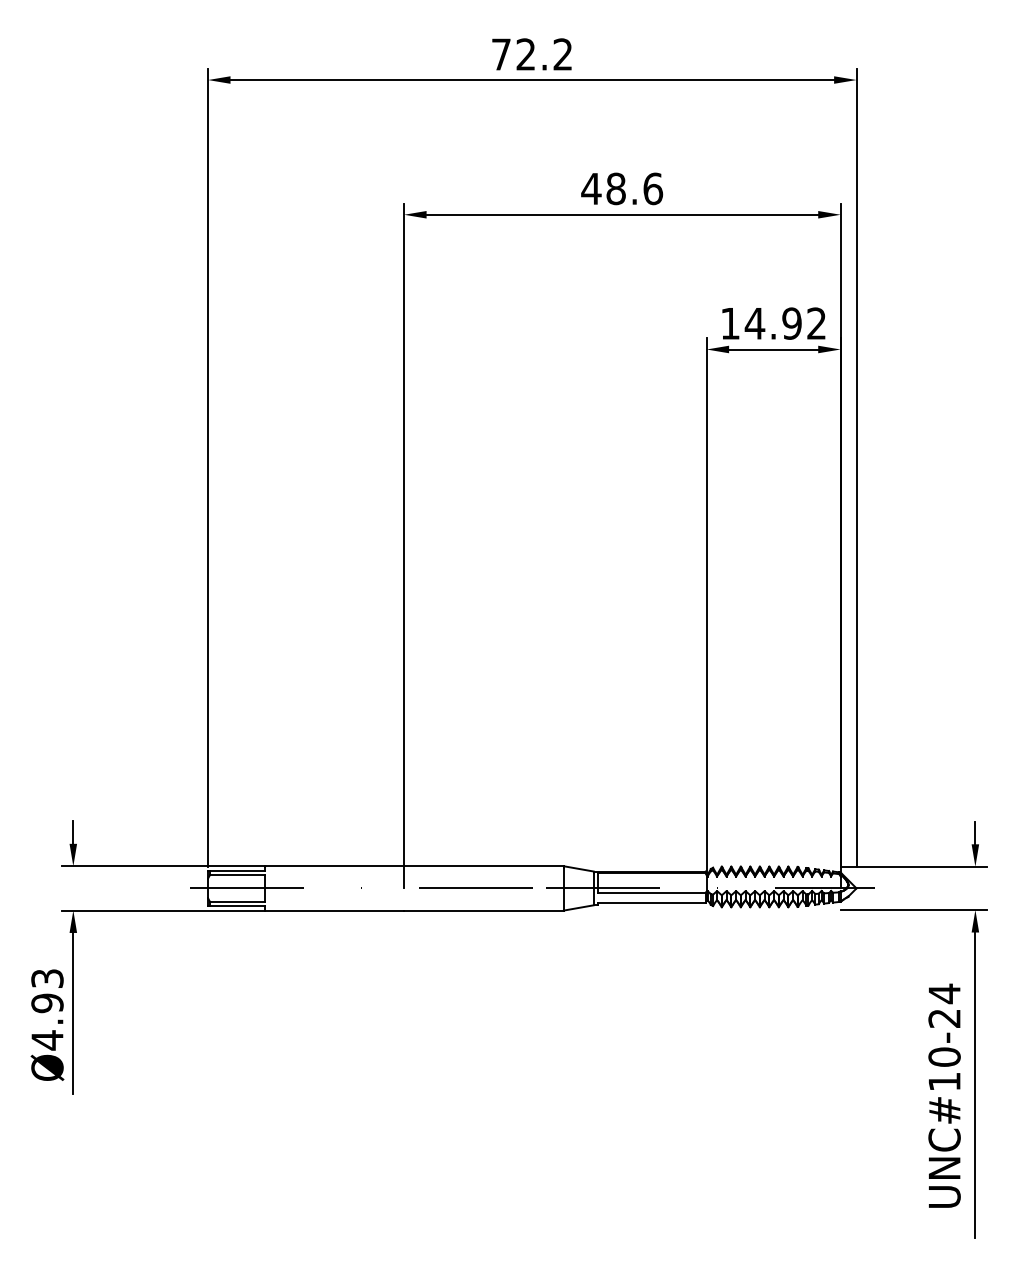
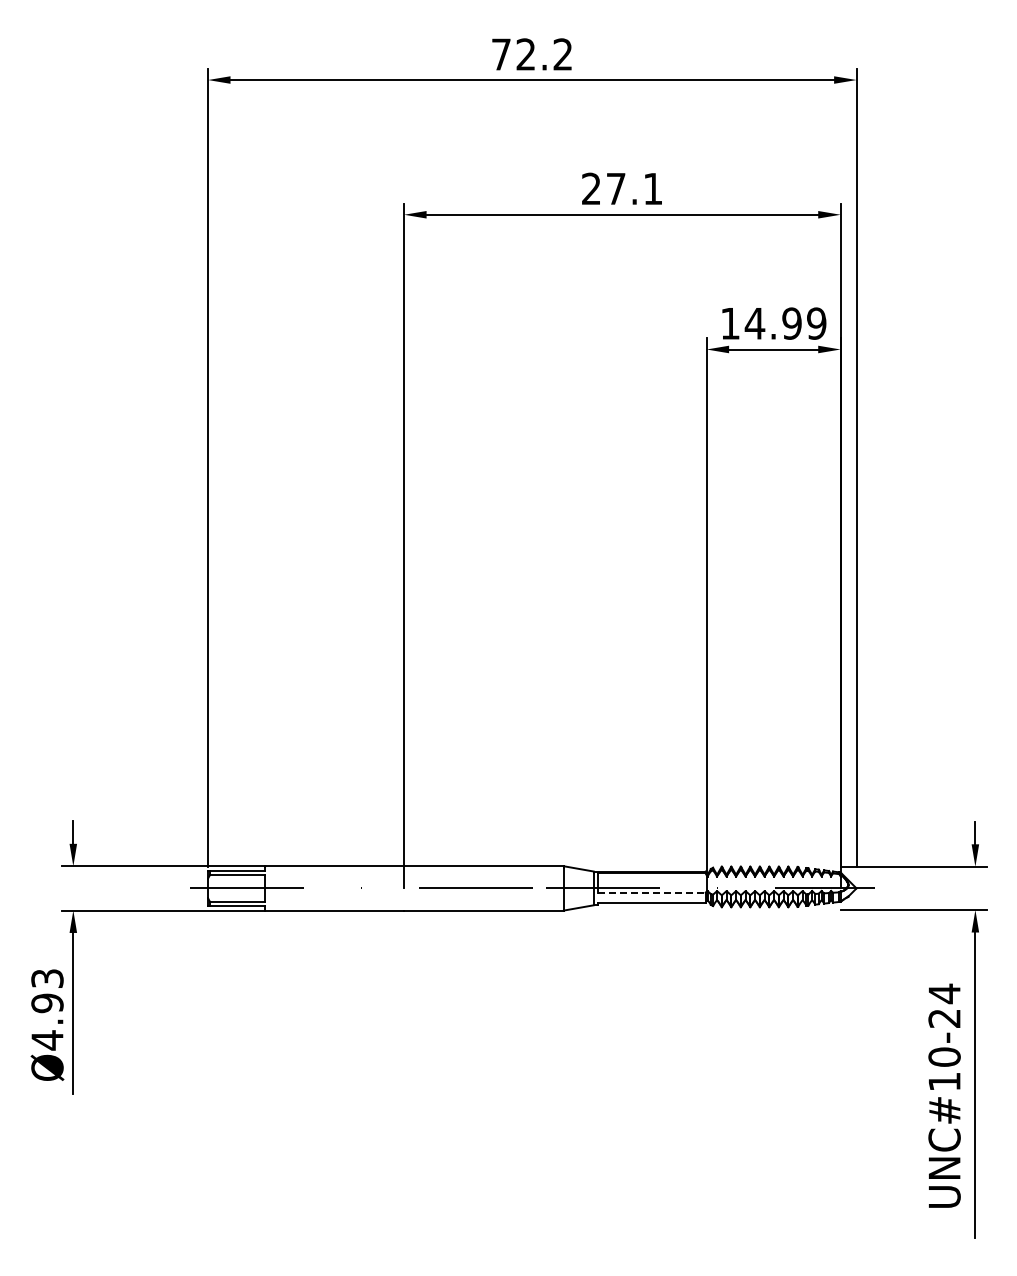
text at (622, 188): 48.6 -> 27.1
text at (816, 323): 14.92 -> 14.99
line at (651, 892): solid -> dashed
